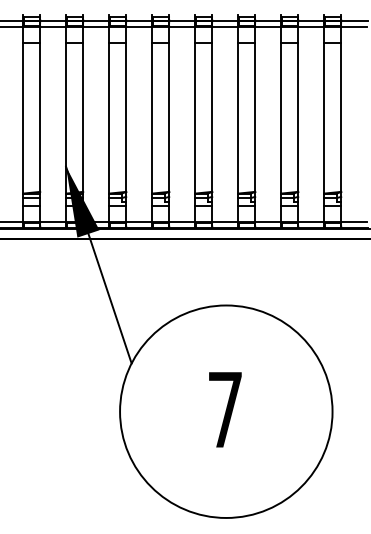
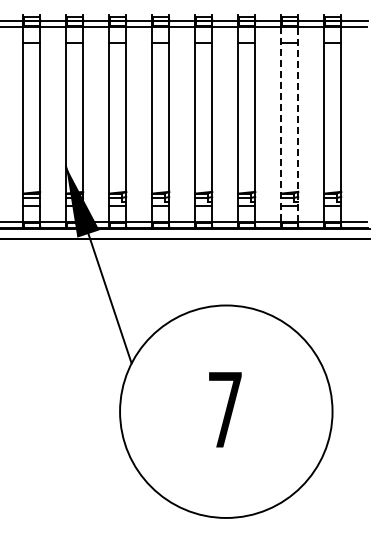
line at (298, 124): solid -> dashed
line at (281, 125): solid -> dashed
